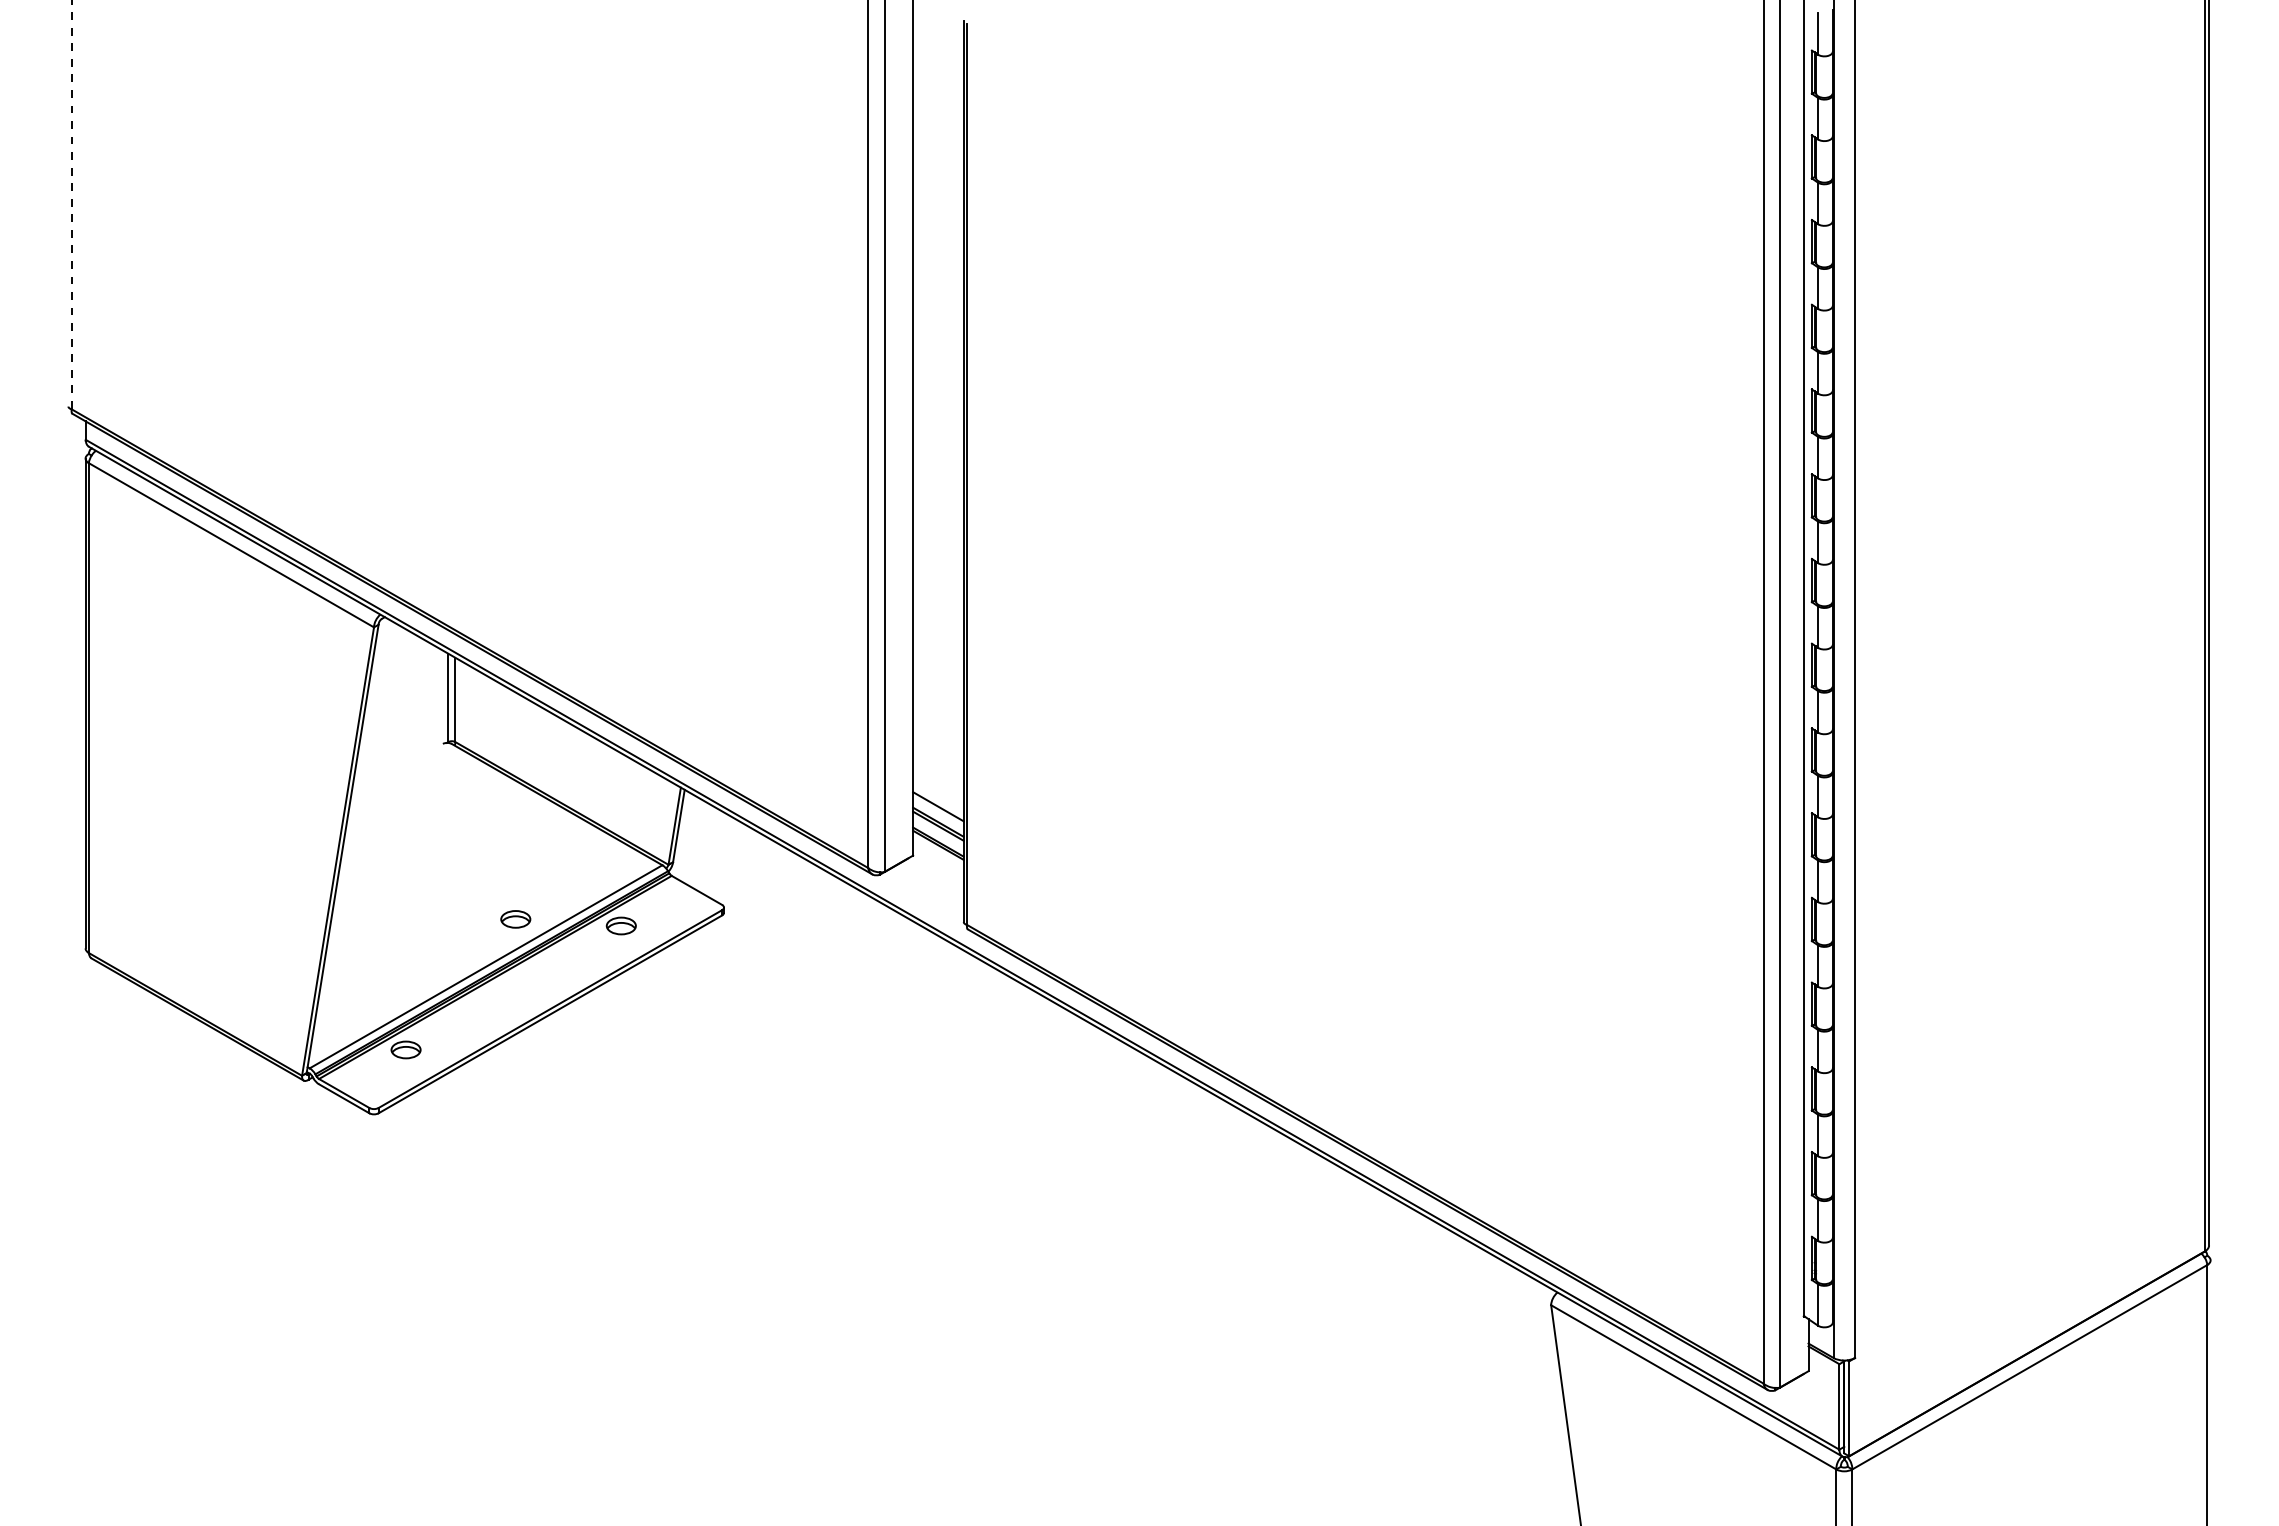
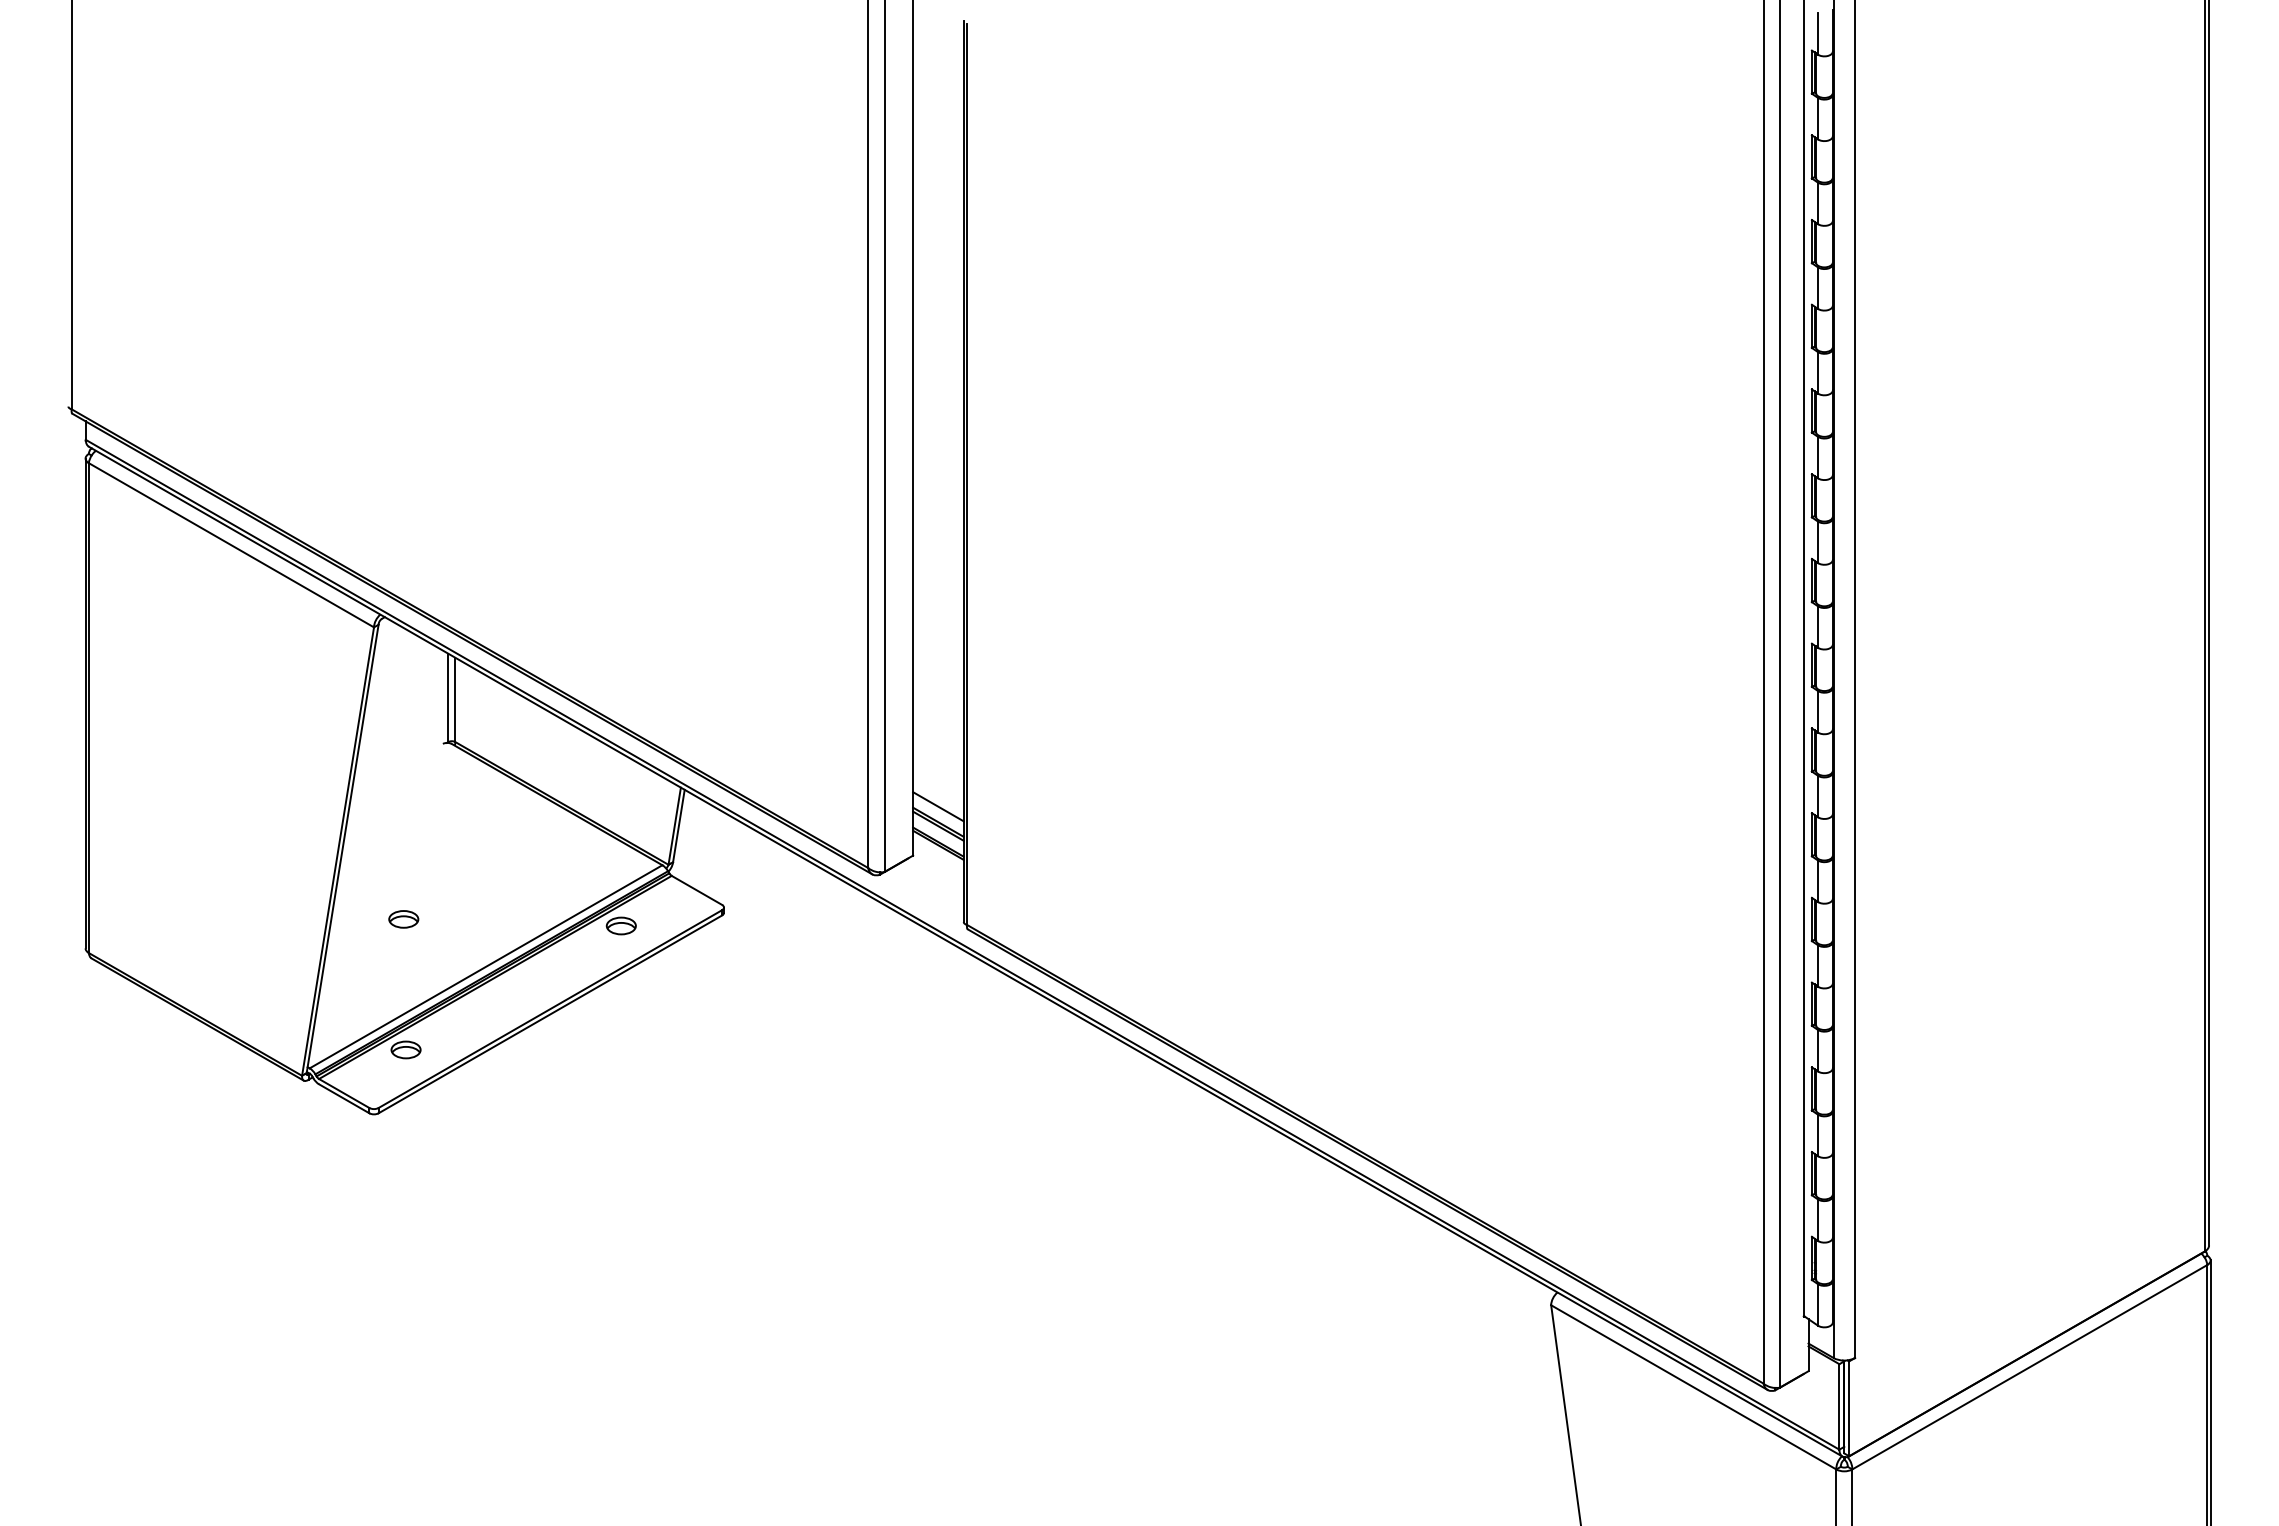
line at (71, 205): dashed -> solid
part at (515, 919) position: (515, 919) -> (403, 919)
line at (2210, 1391): none -> present
